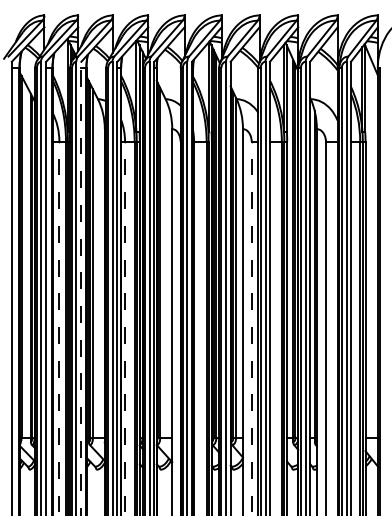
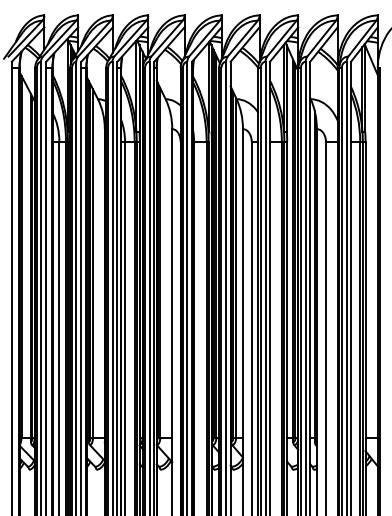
line at (81, 288): dashed -> solid
line at (59, 328): dashed -> solid
line at (125, 328): dashed -> solid
line at (251, 328): dashed -> solid
